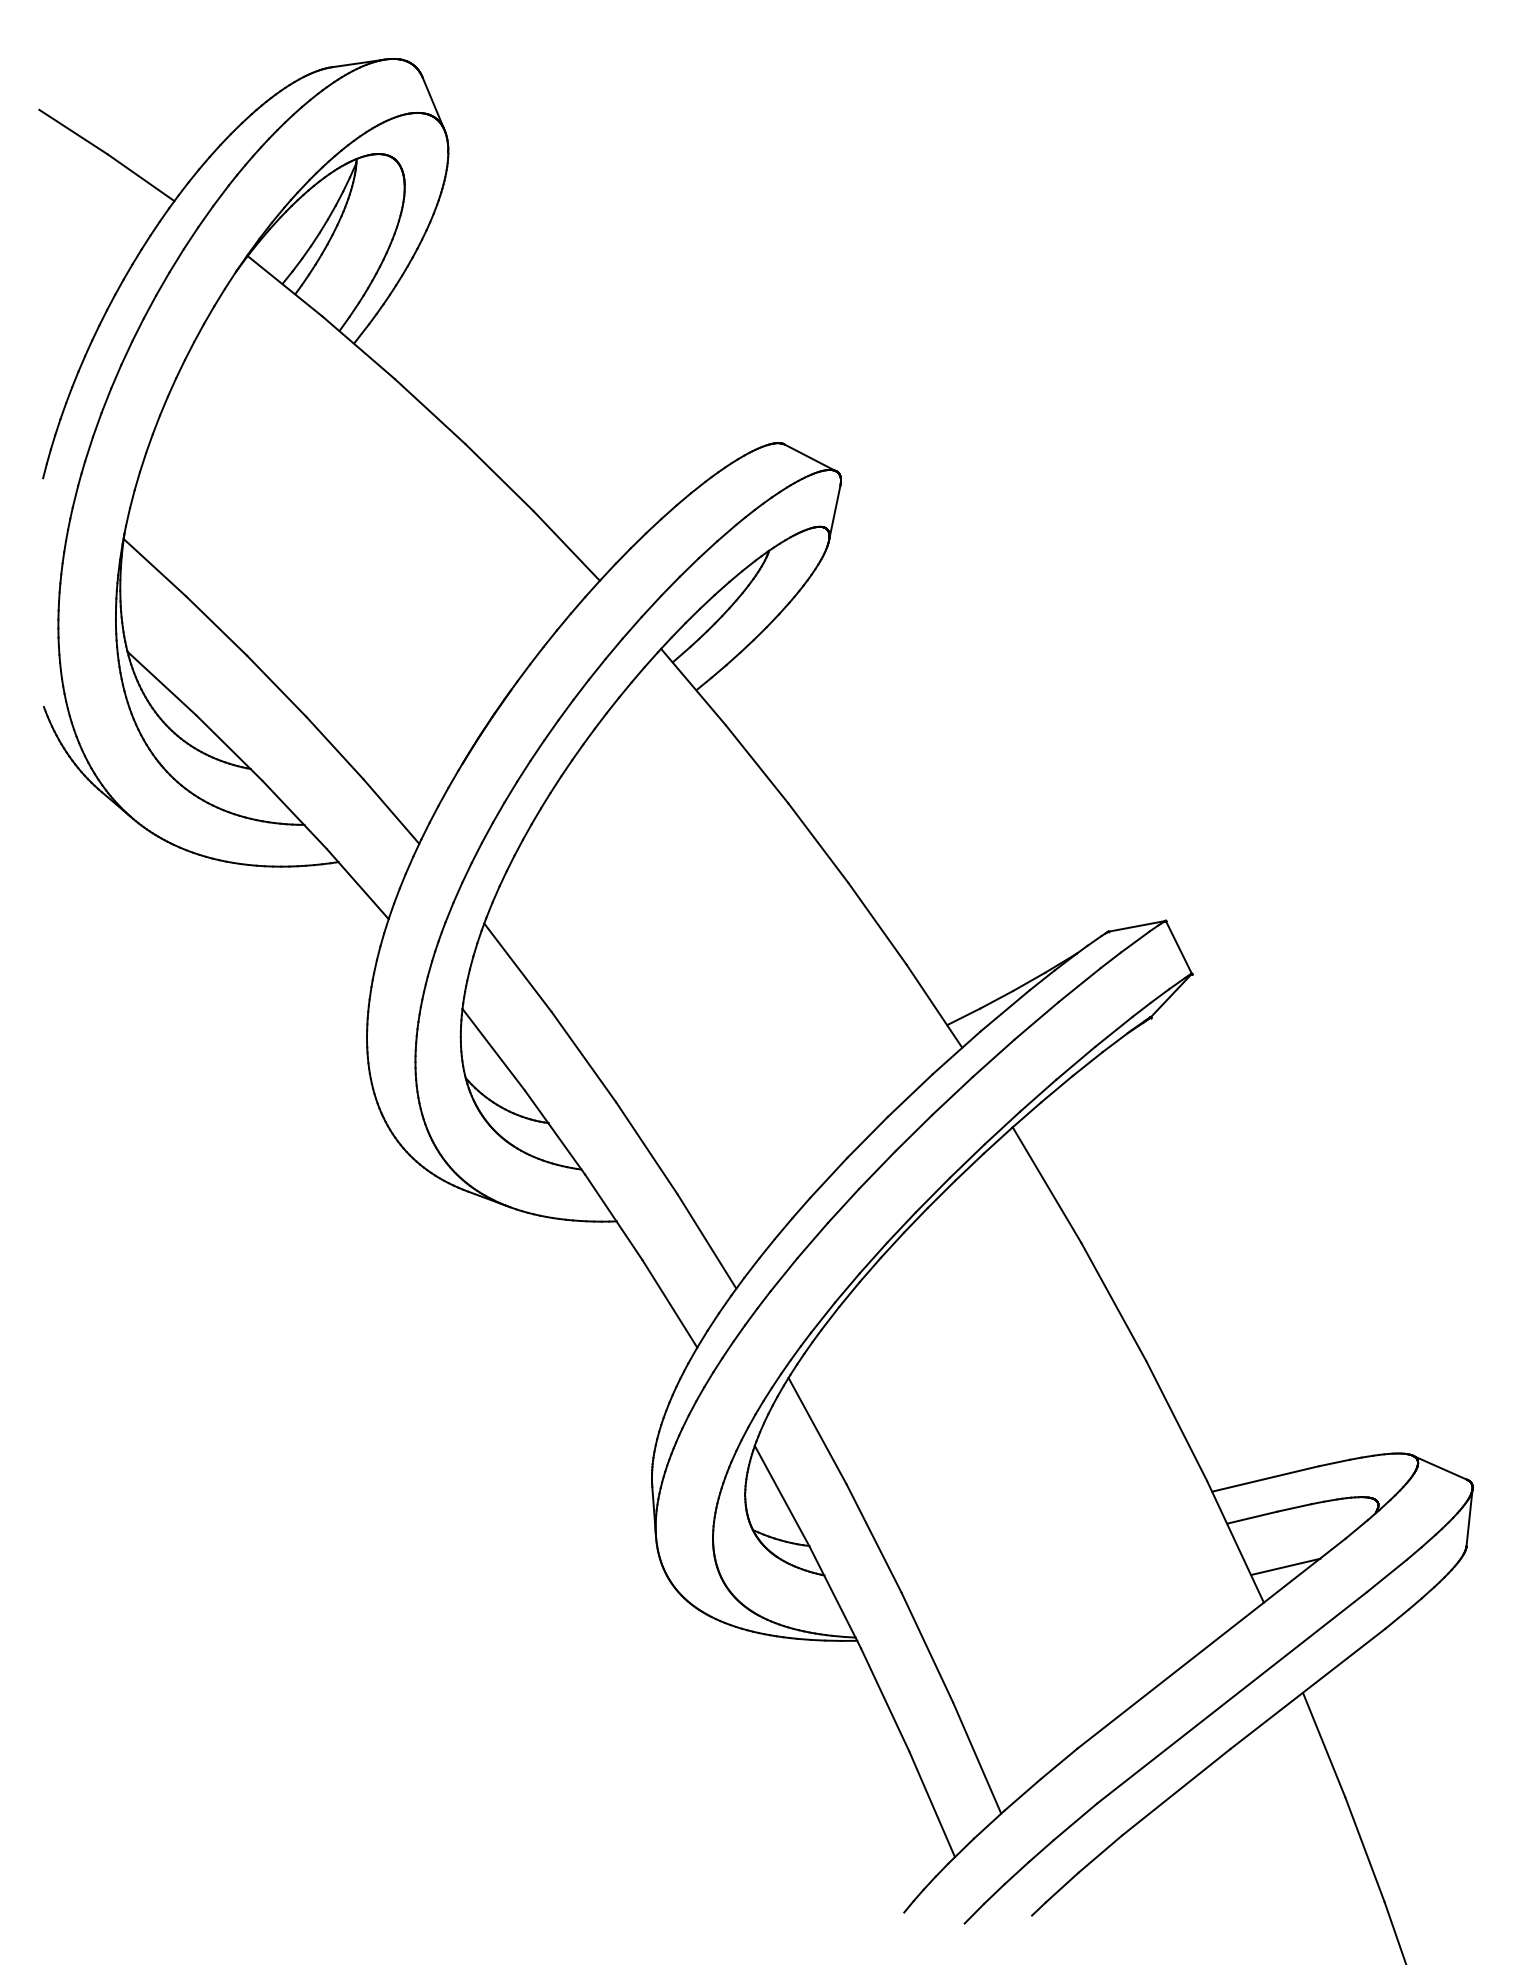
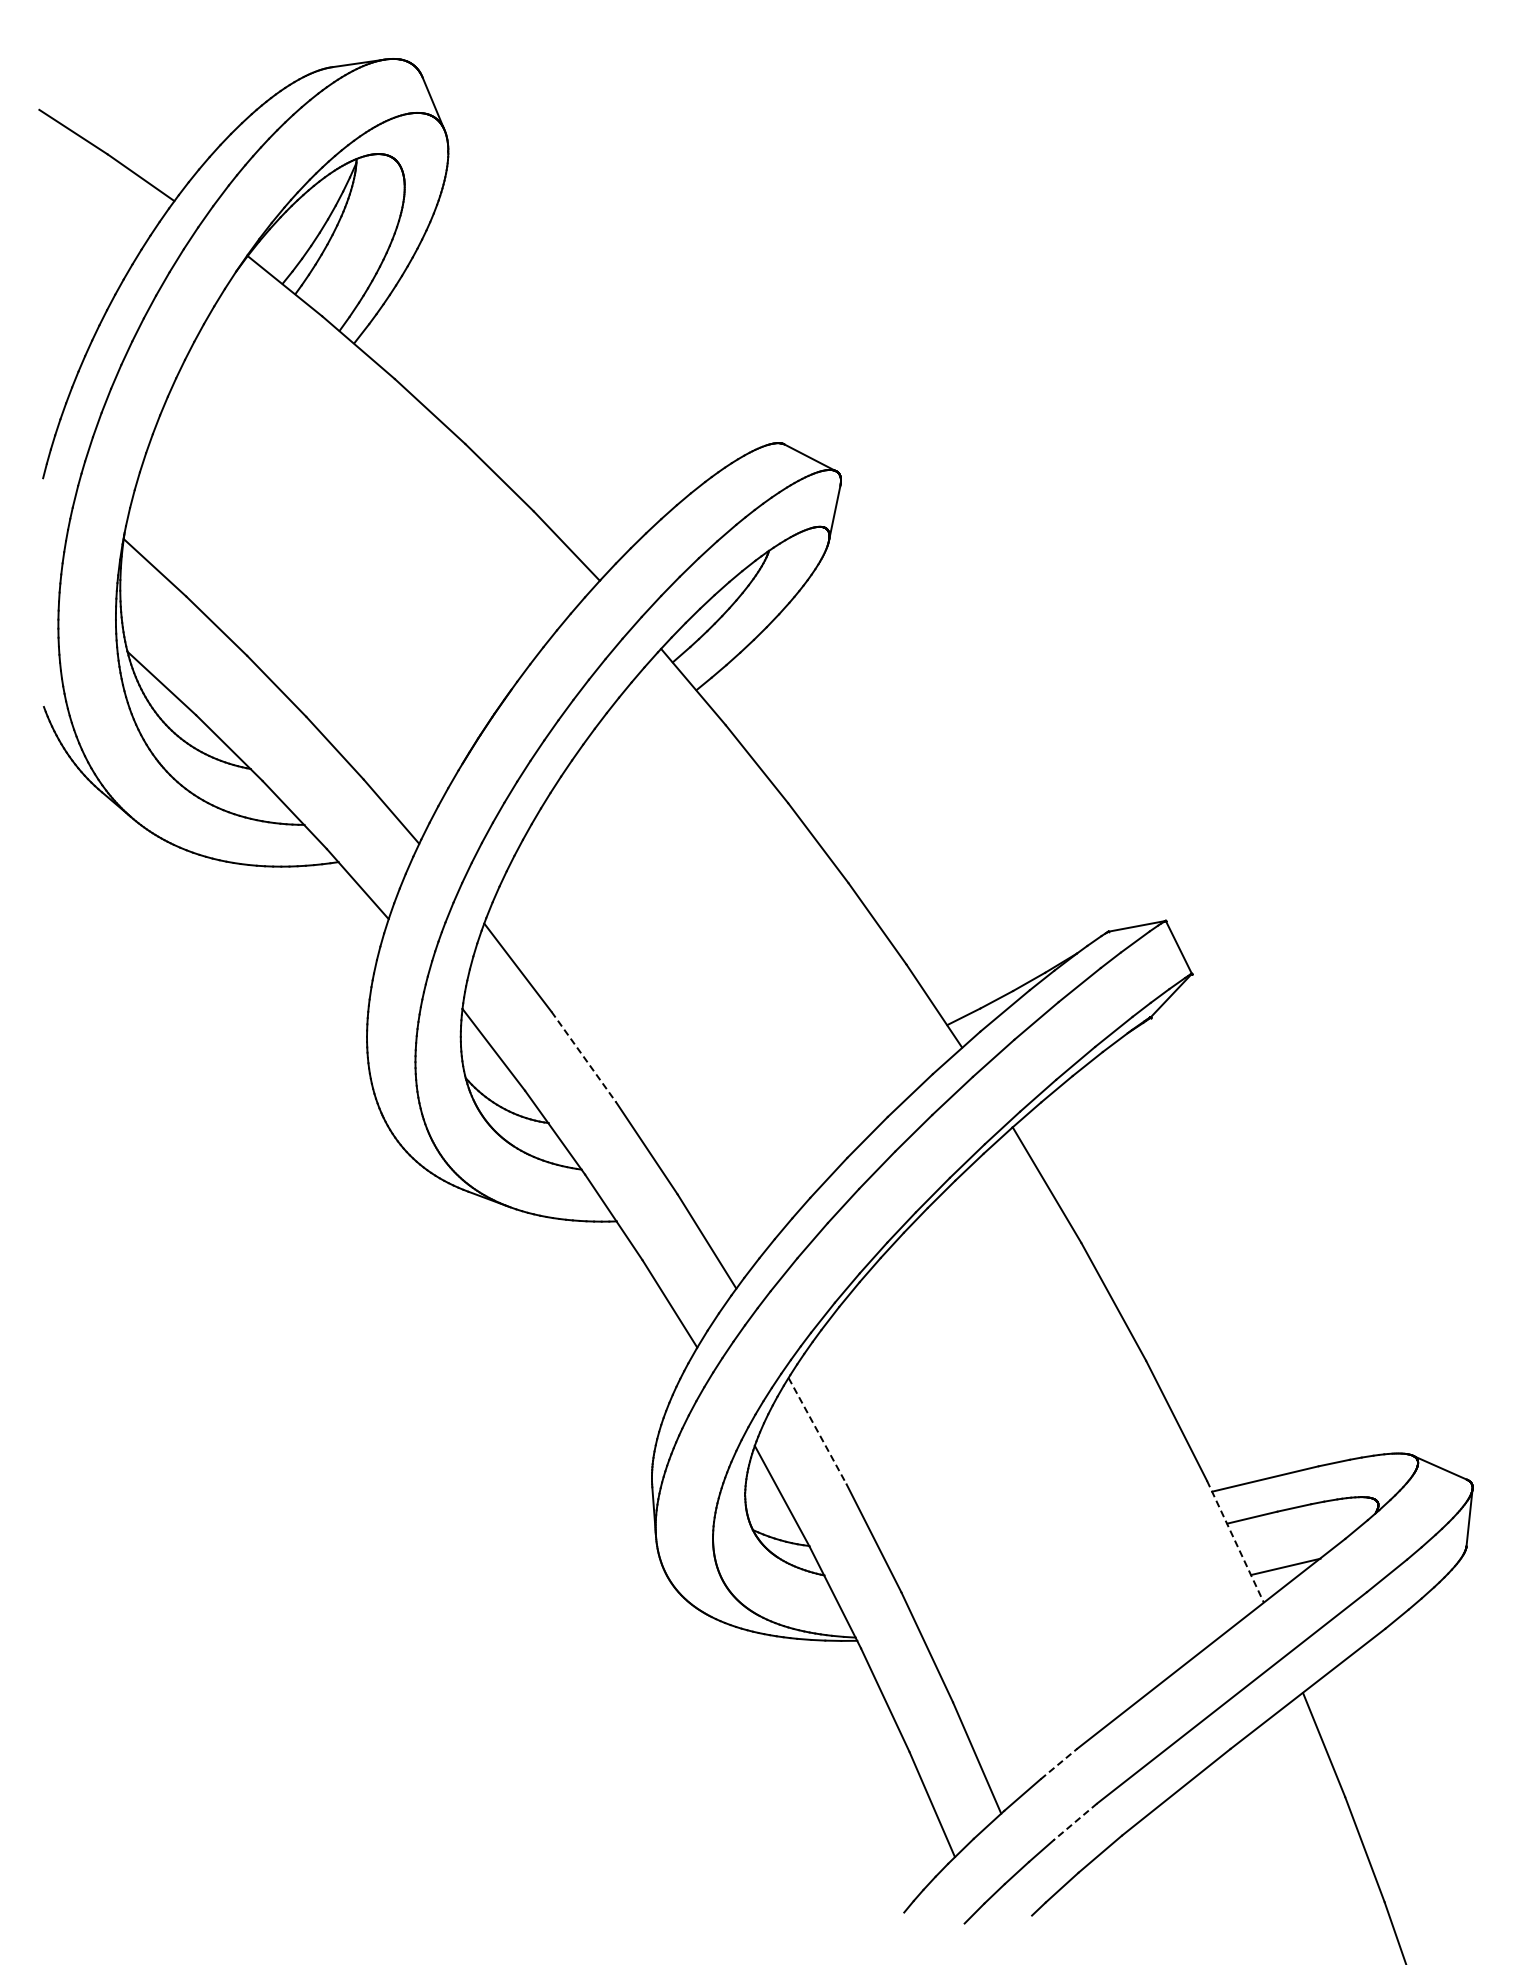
line at (584, 1057): solid -> dashed
line at (817, 1431): solid -> dashed
line at (1235, 1542): solid -> dashed
line at (1059, 1764): solid -> dashed
line at (1075, 1822): solid -> dashed
